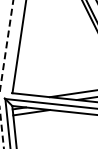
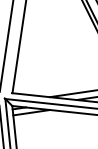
line at (6, 44): dashed -> solid
line at (1, 129): dashed -> solid
